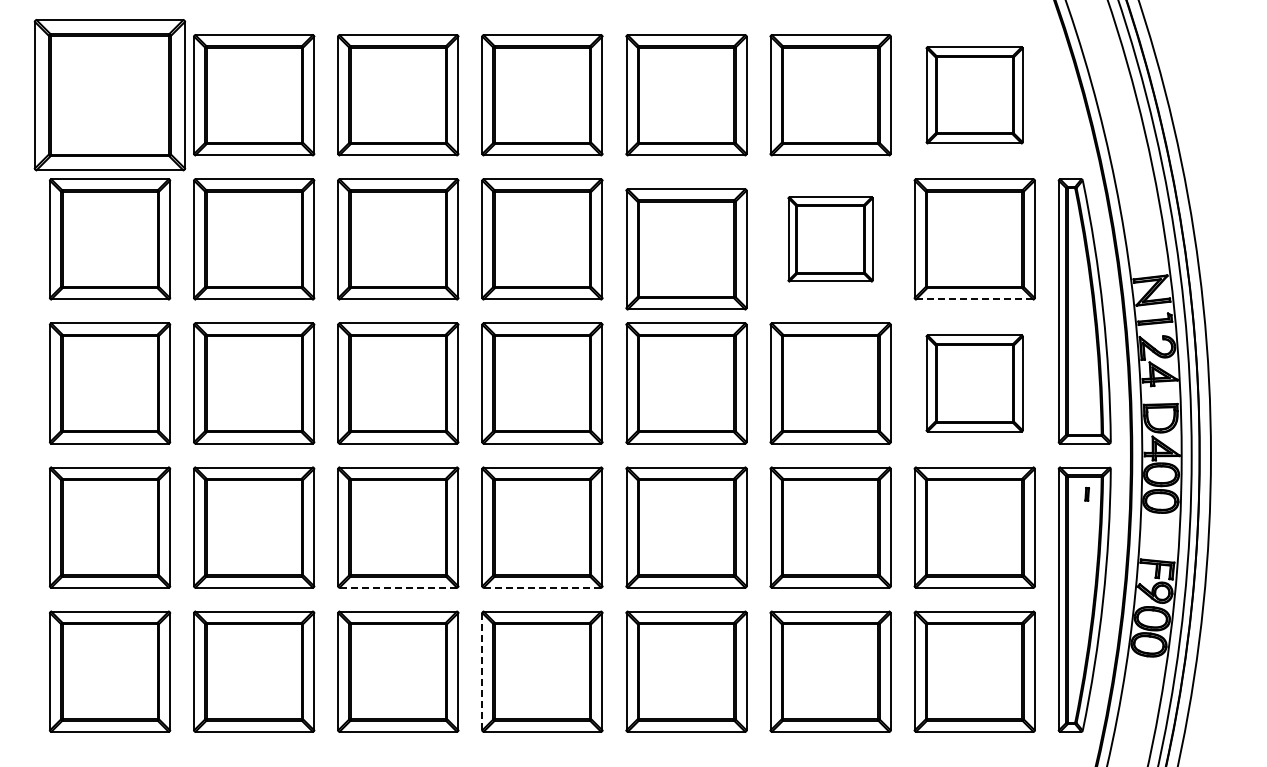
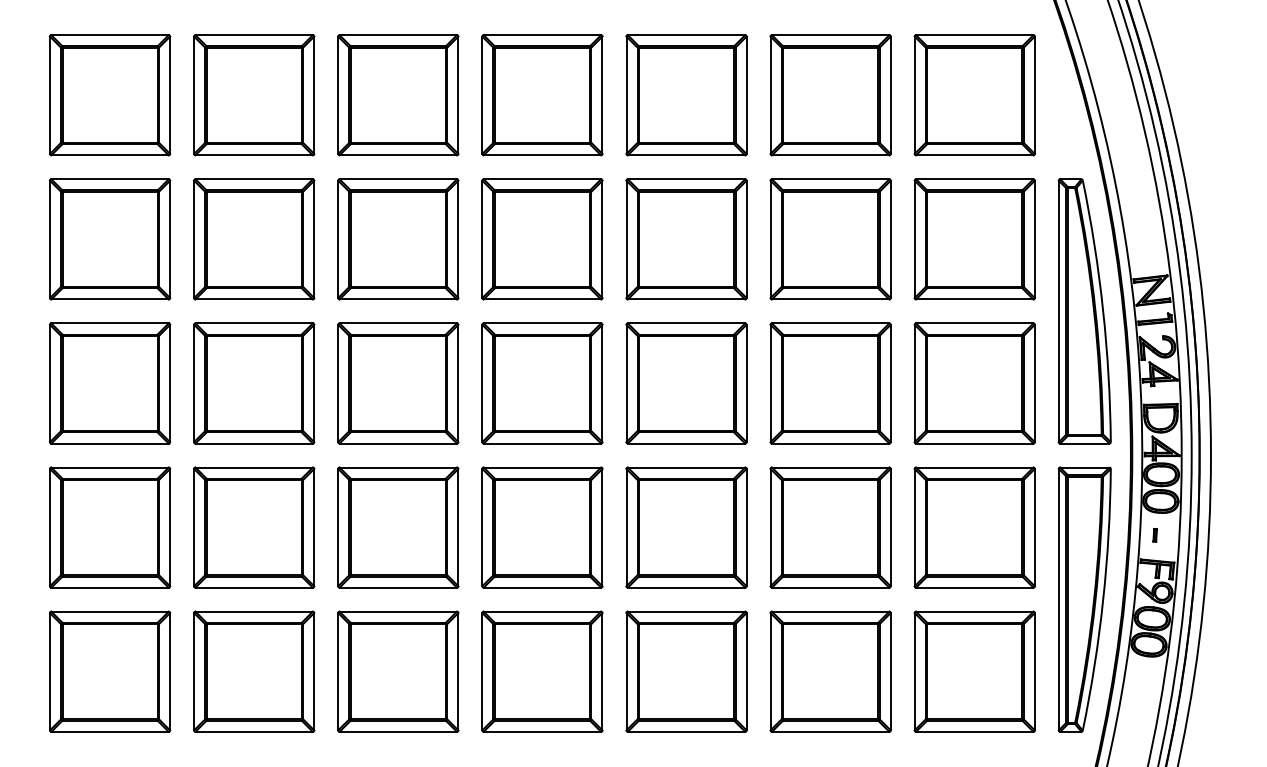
part at (109, 95) size: 154x153 px -> 123x123 px
part at (974, 95) size: 99x99 px -> 123x123 px
part at (830, 239) size: 87x87 px -> 123x123 px
part at (686, 249) position: (686, 249) -> (686, 239)
line at (974, 299): dashed -> solid
part at (974, 383) size: 99x99 px -> 123x123 px
part at (1086, 493) position: (1086, 493) -> (1154, 534)
line at (398, 587): dashed -> solid
line at (542, 587): dashed -> solid
line at (482, 671): dashed -> solid
